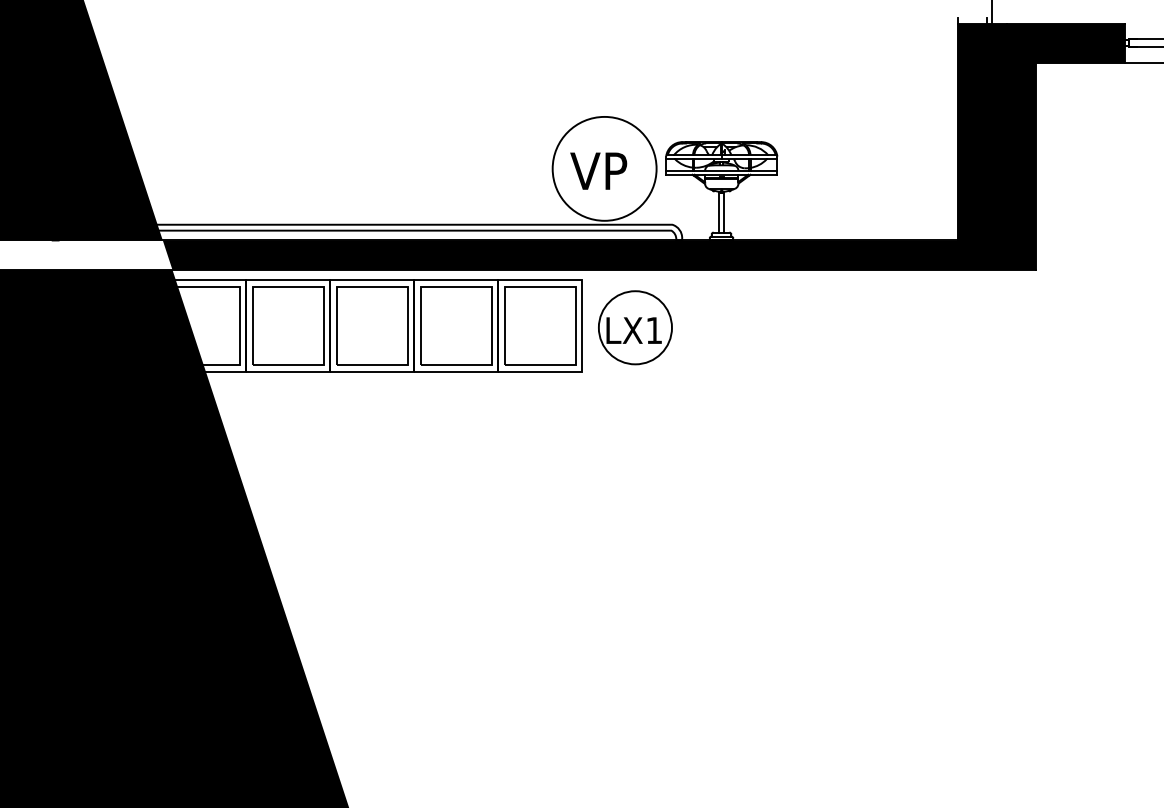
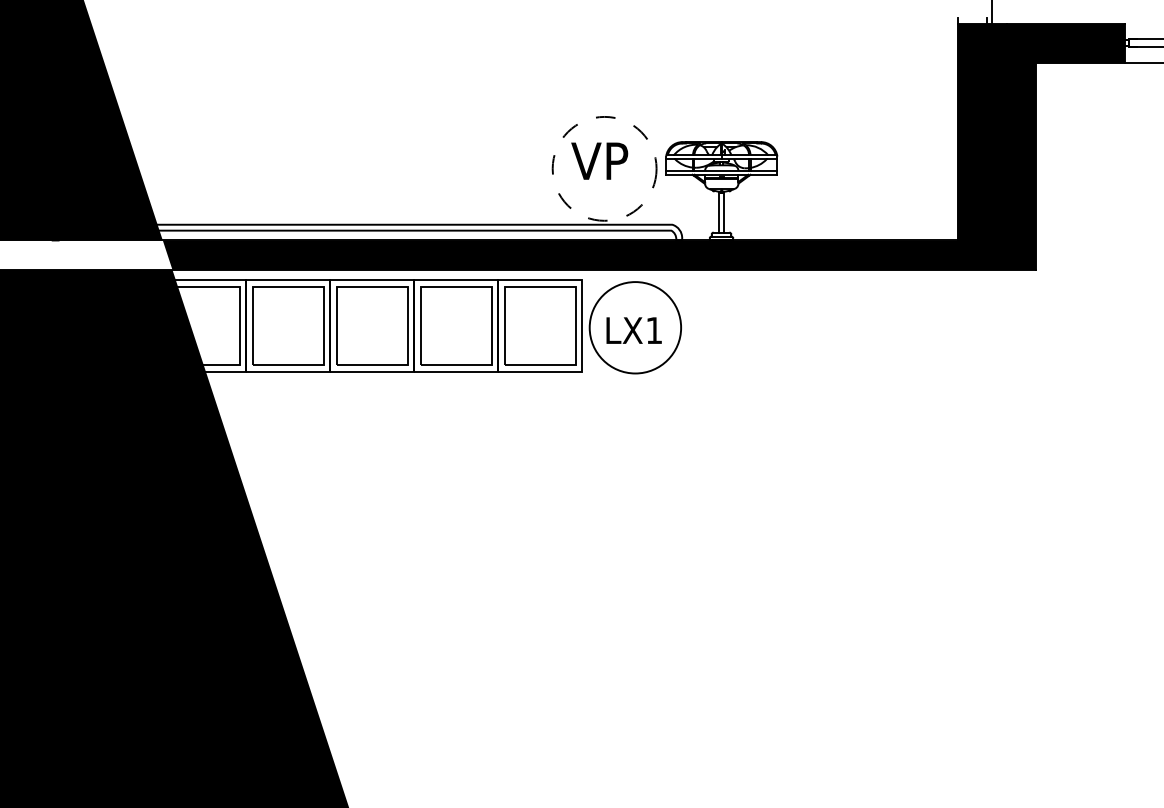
circle at (604, 168): solid -> dashed
text at (598, 170) position: (598, 170) -> (599, 160)
circle at (635, 327) diameter: 73 px -> 91 px
